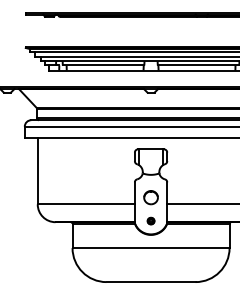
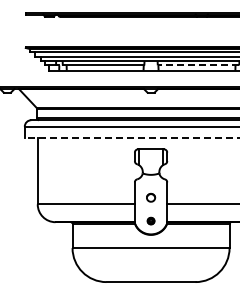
line at (198, 65): solid -> dashed
line at (131, 138): solid -> dashed
part at (150, 197) size: 16x16 px -> 11x10 px
